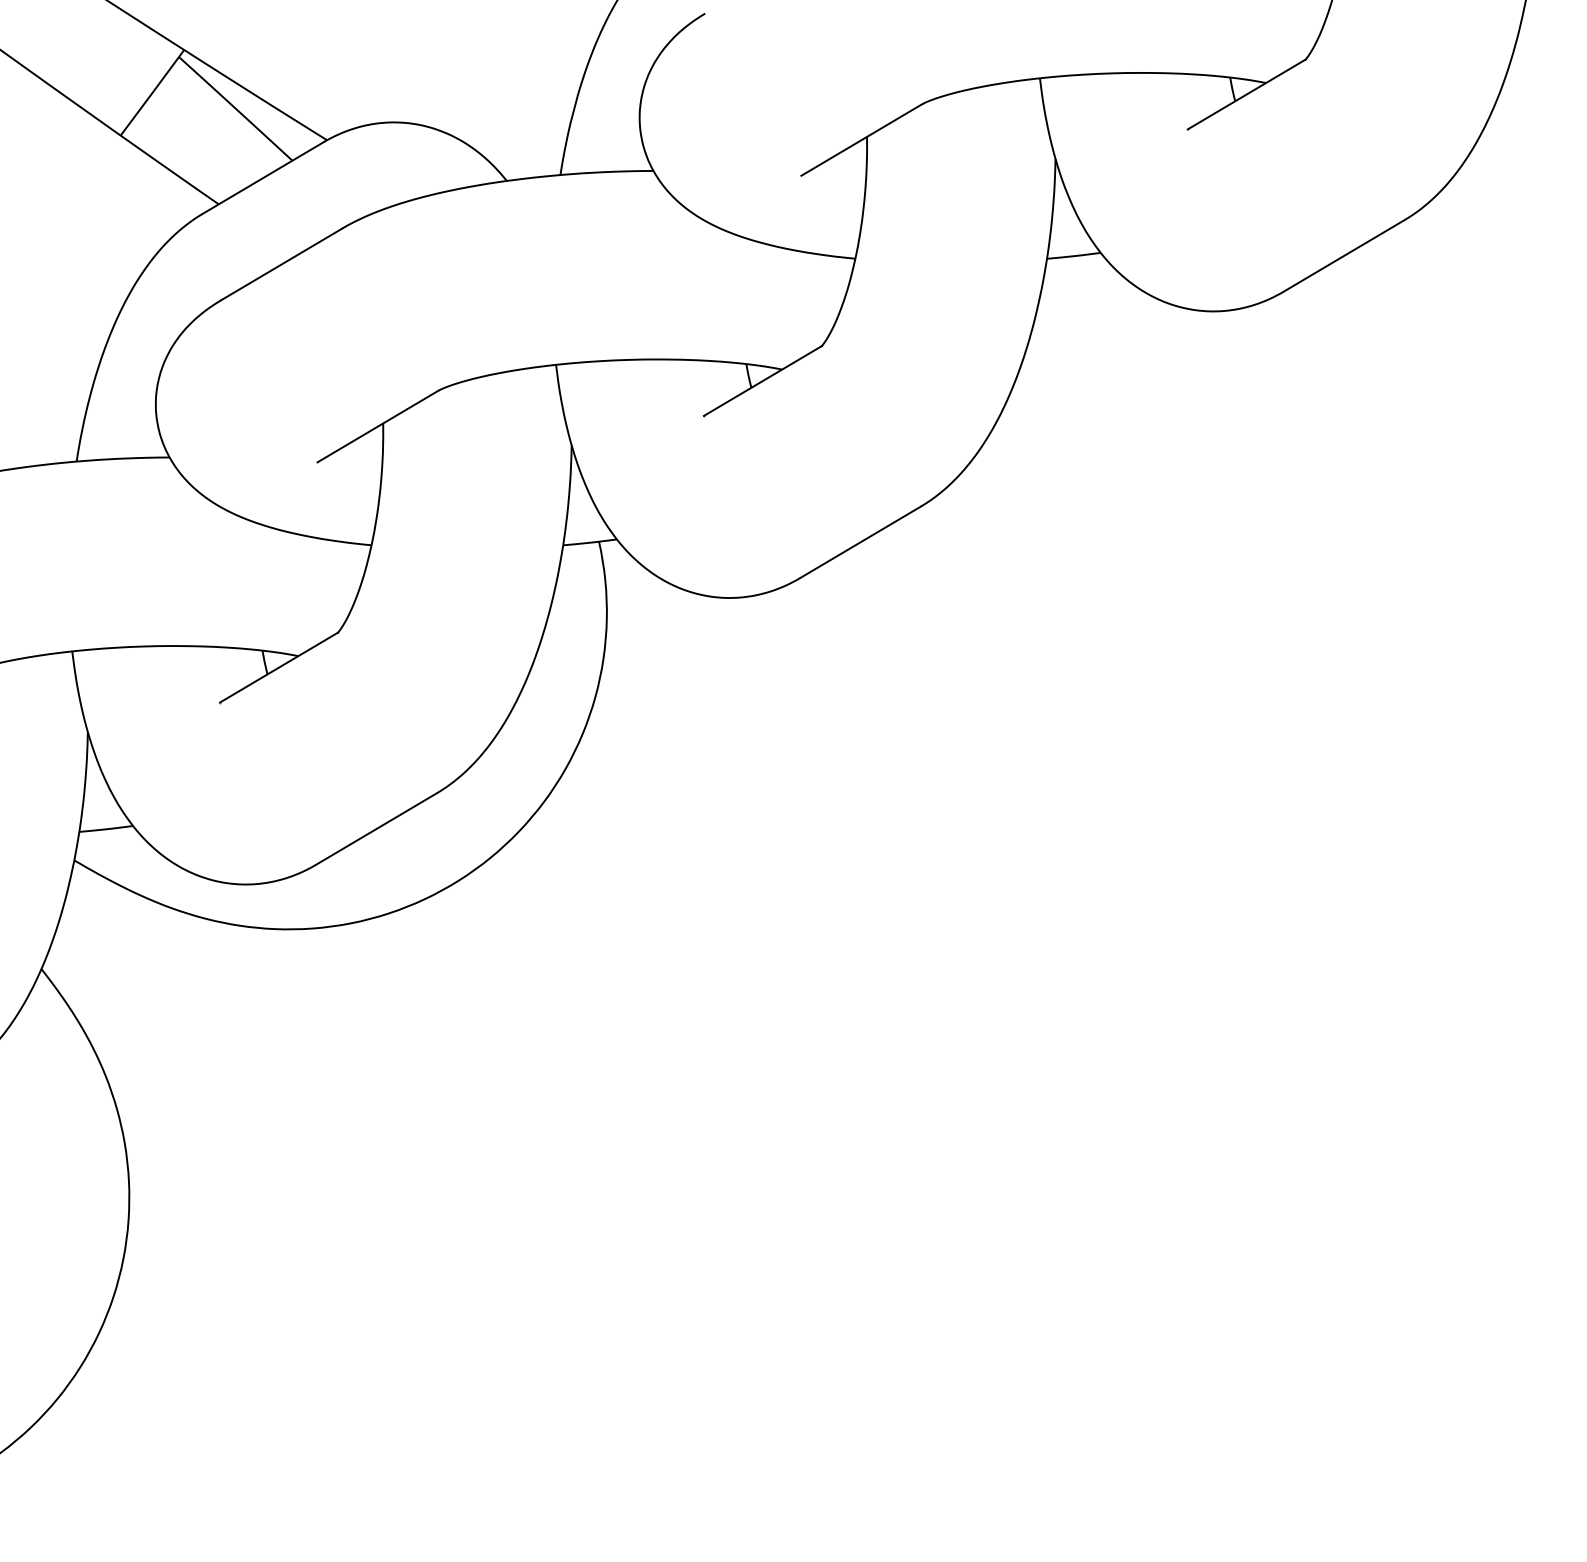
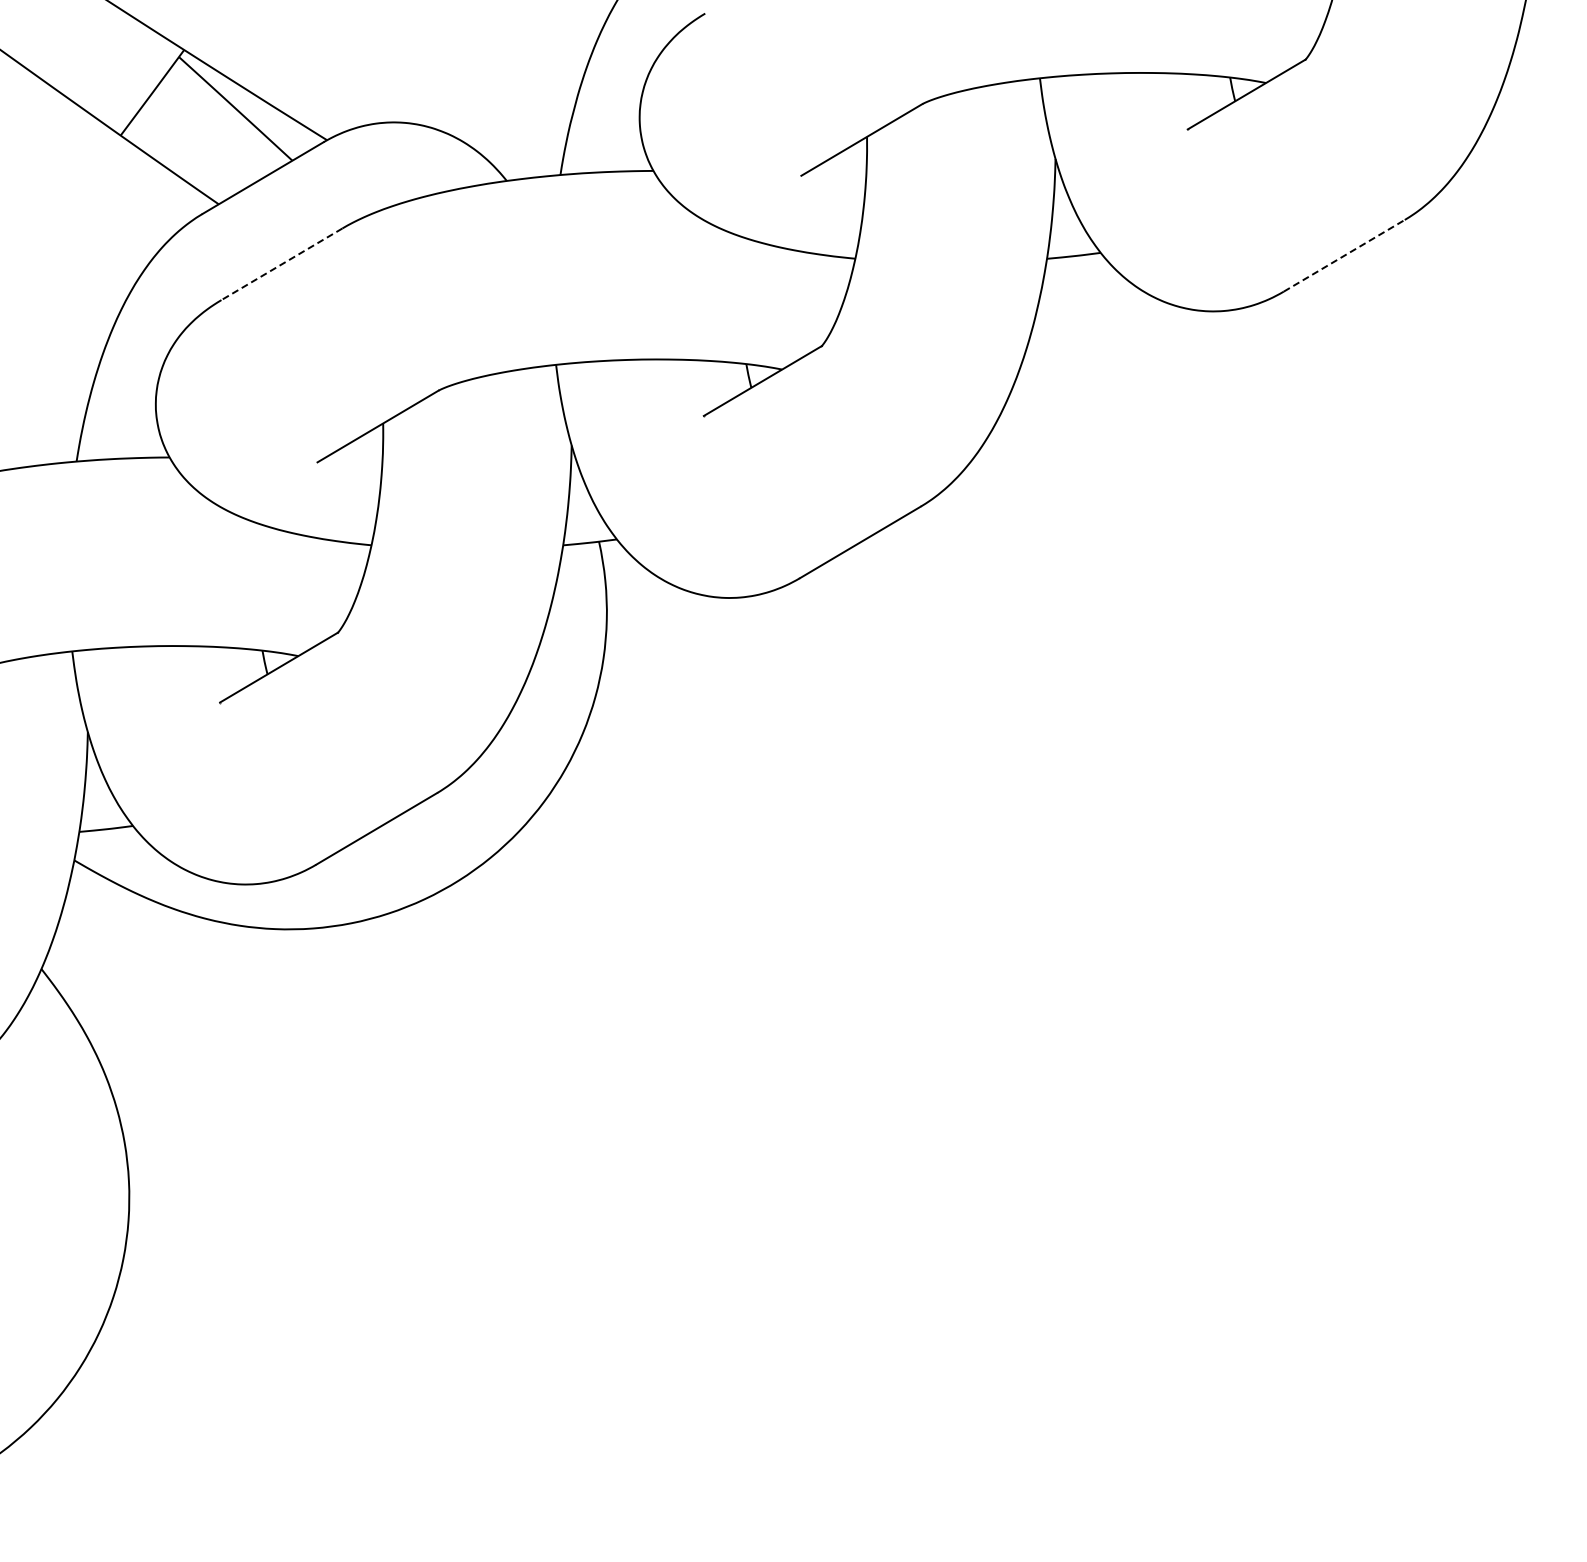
line at (1344, 255): solid -> dashed
line at (281, 264): solid -> dashed
